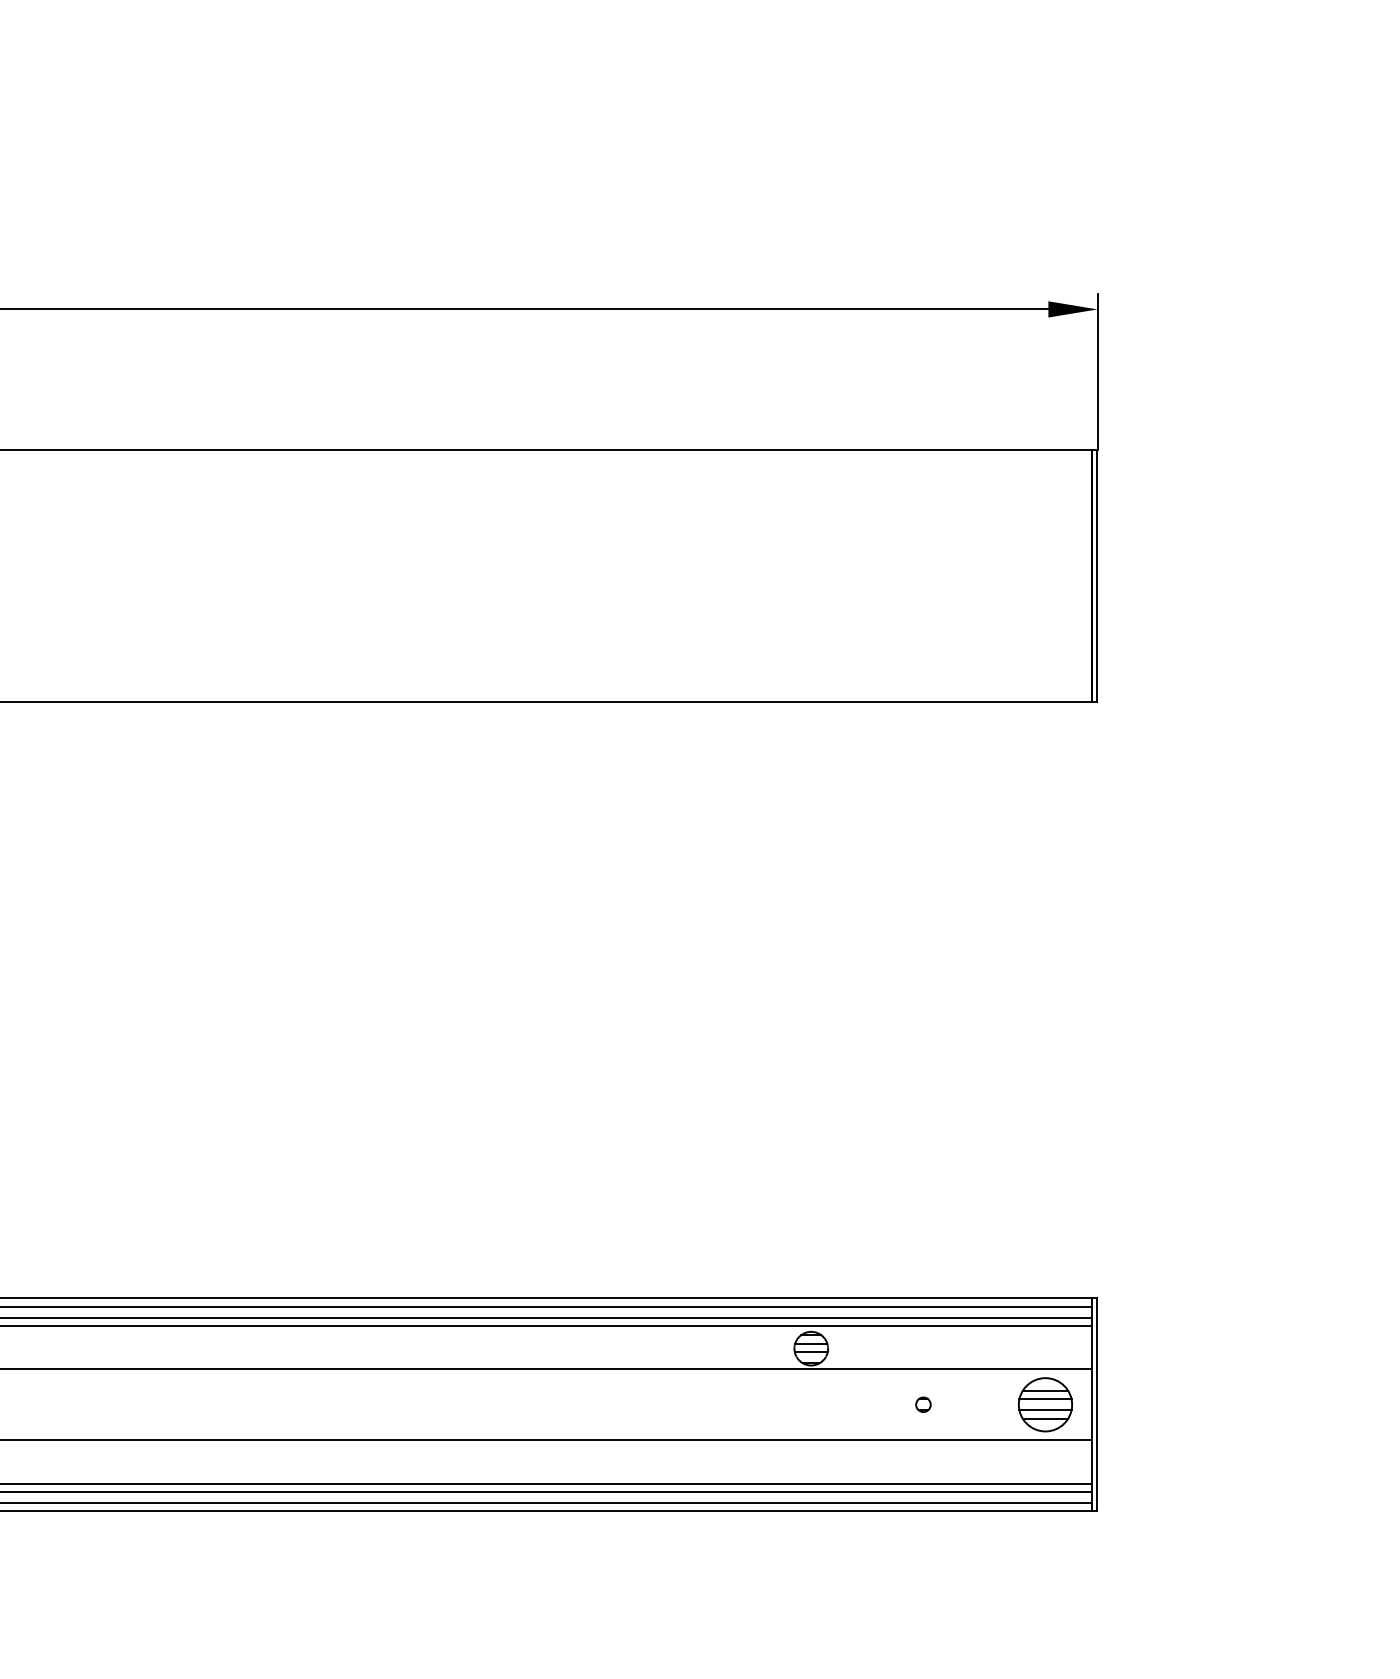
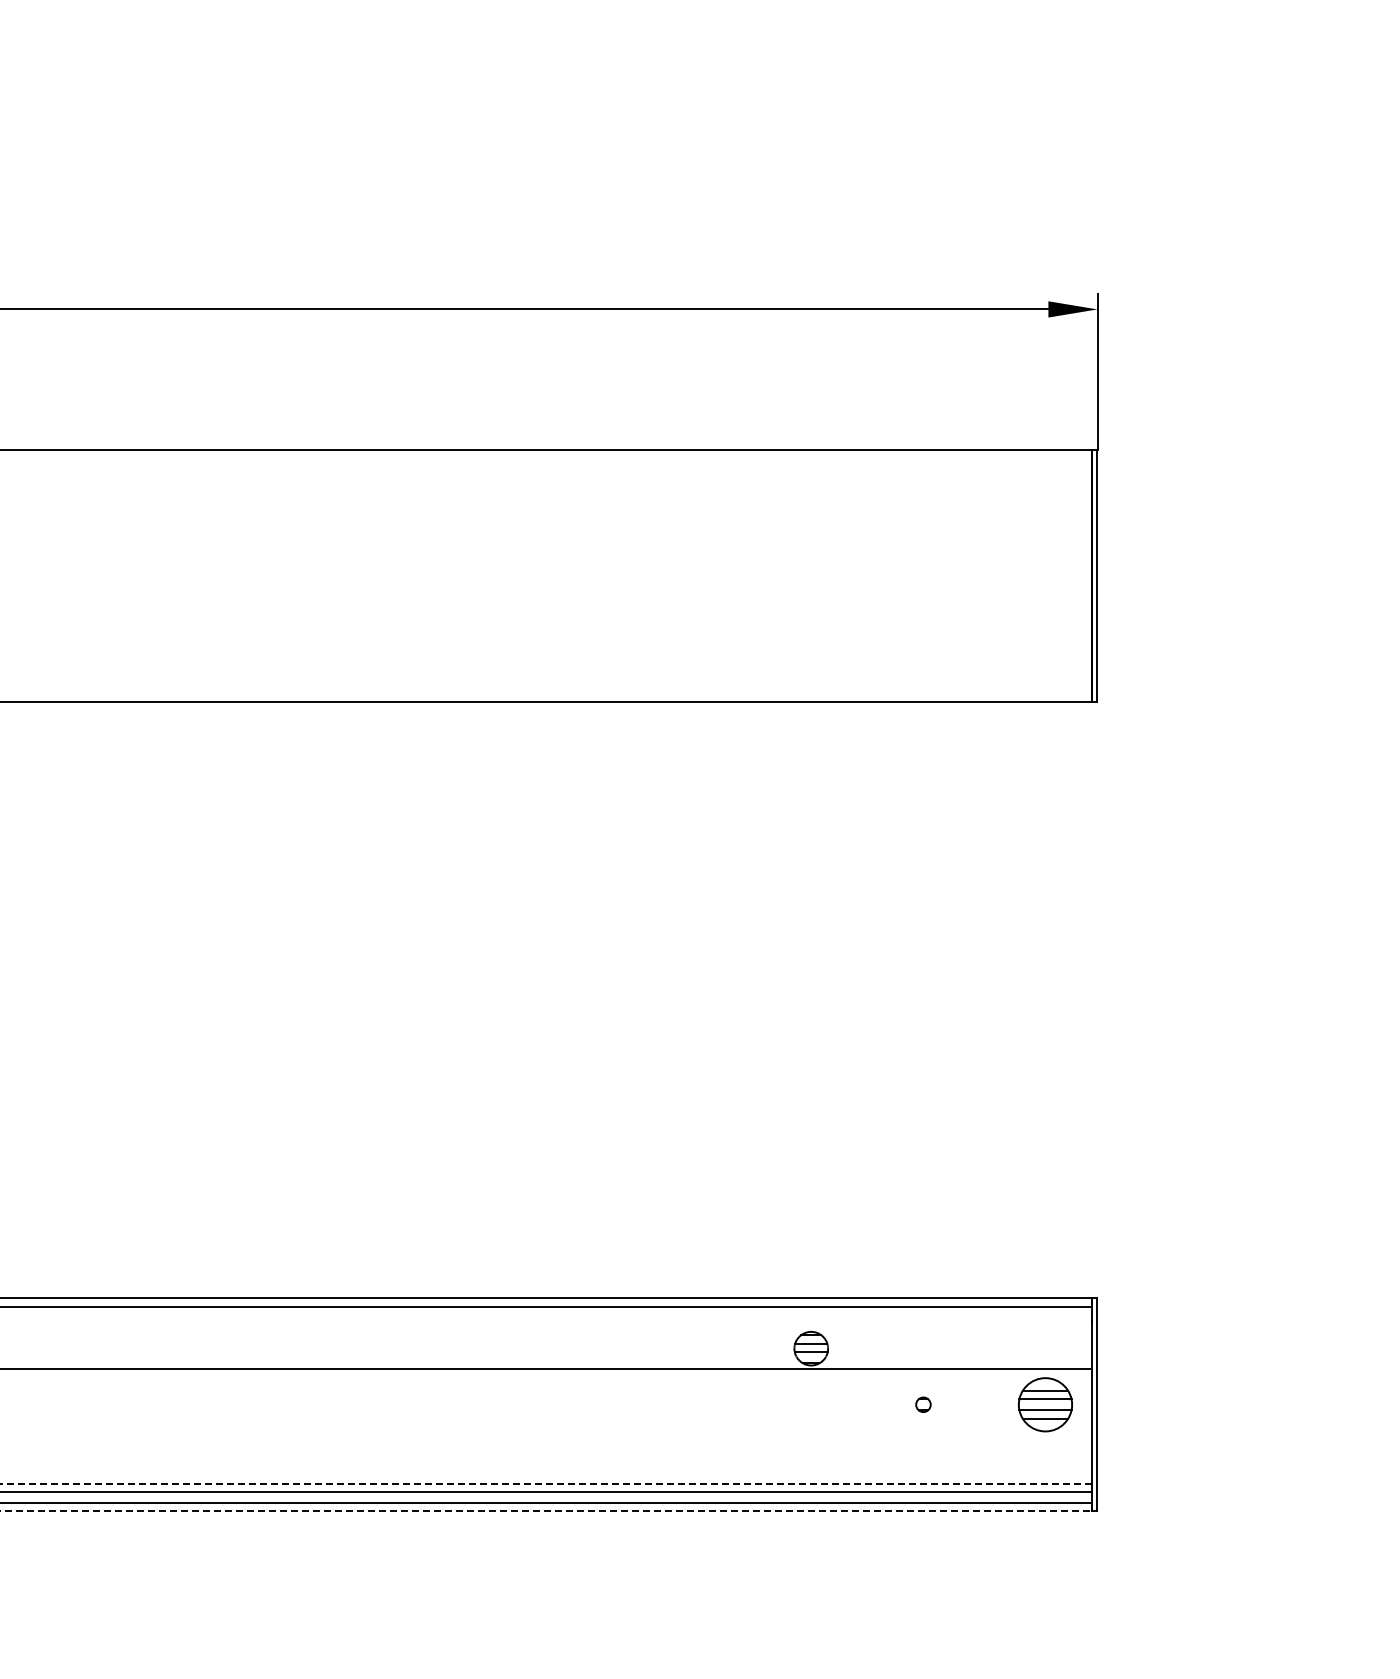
line at (546, 1317): present -> none
line at (546, 1325): present -> none
line at (546, 1440): present -> none
line at (545, 1484): solid -> dashed
line at (546, 1511): solid -> dashed
